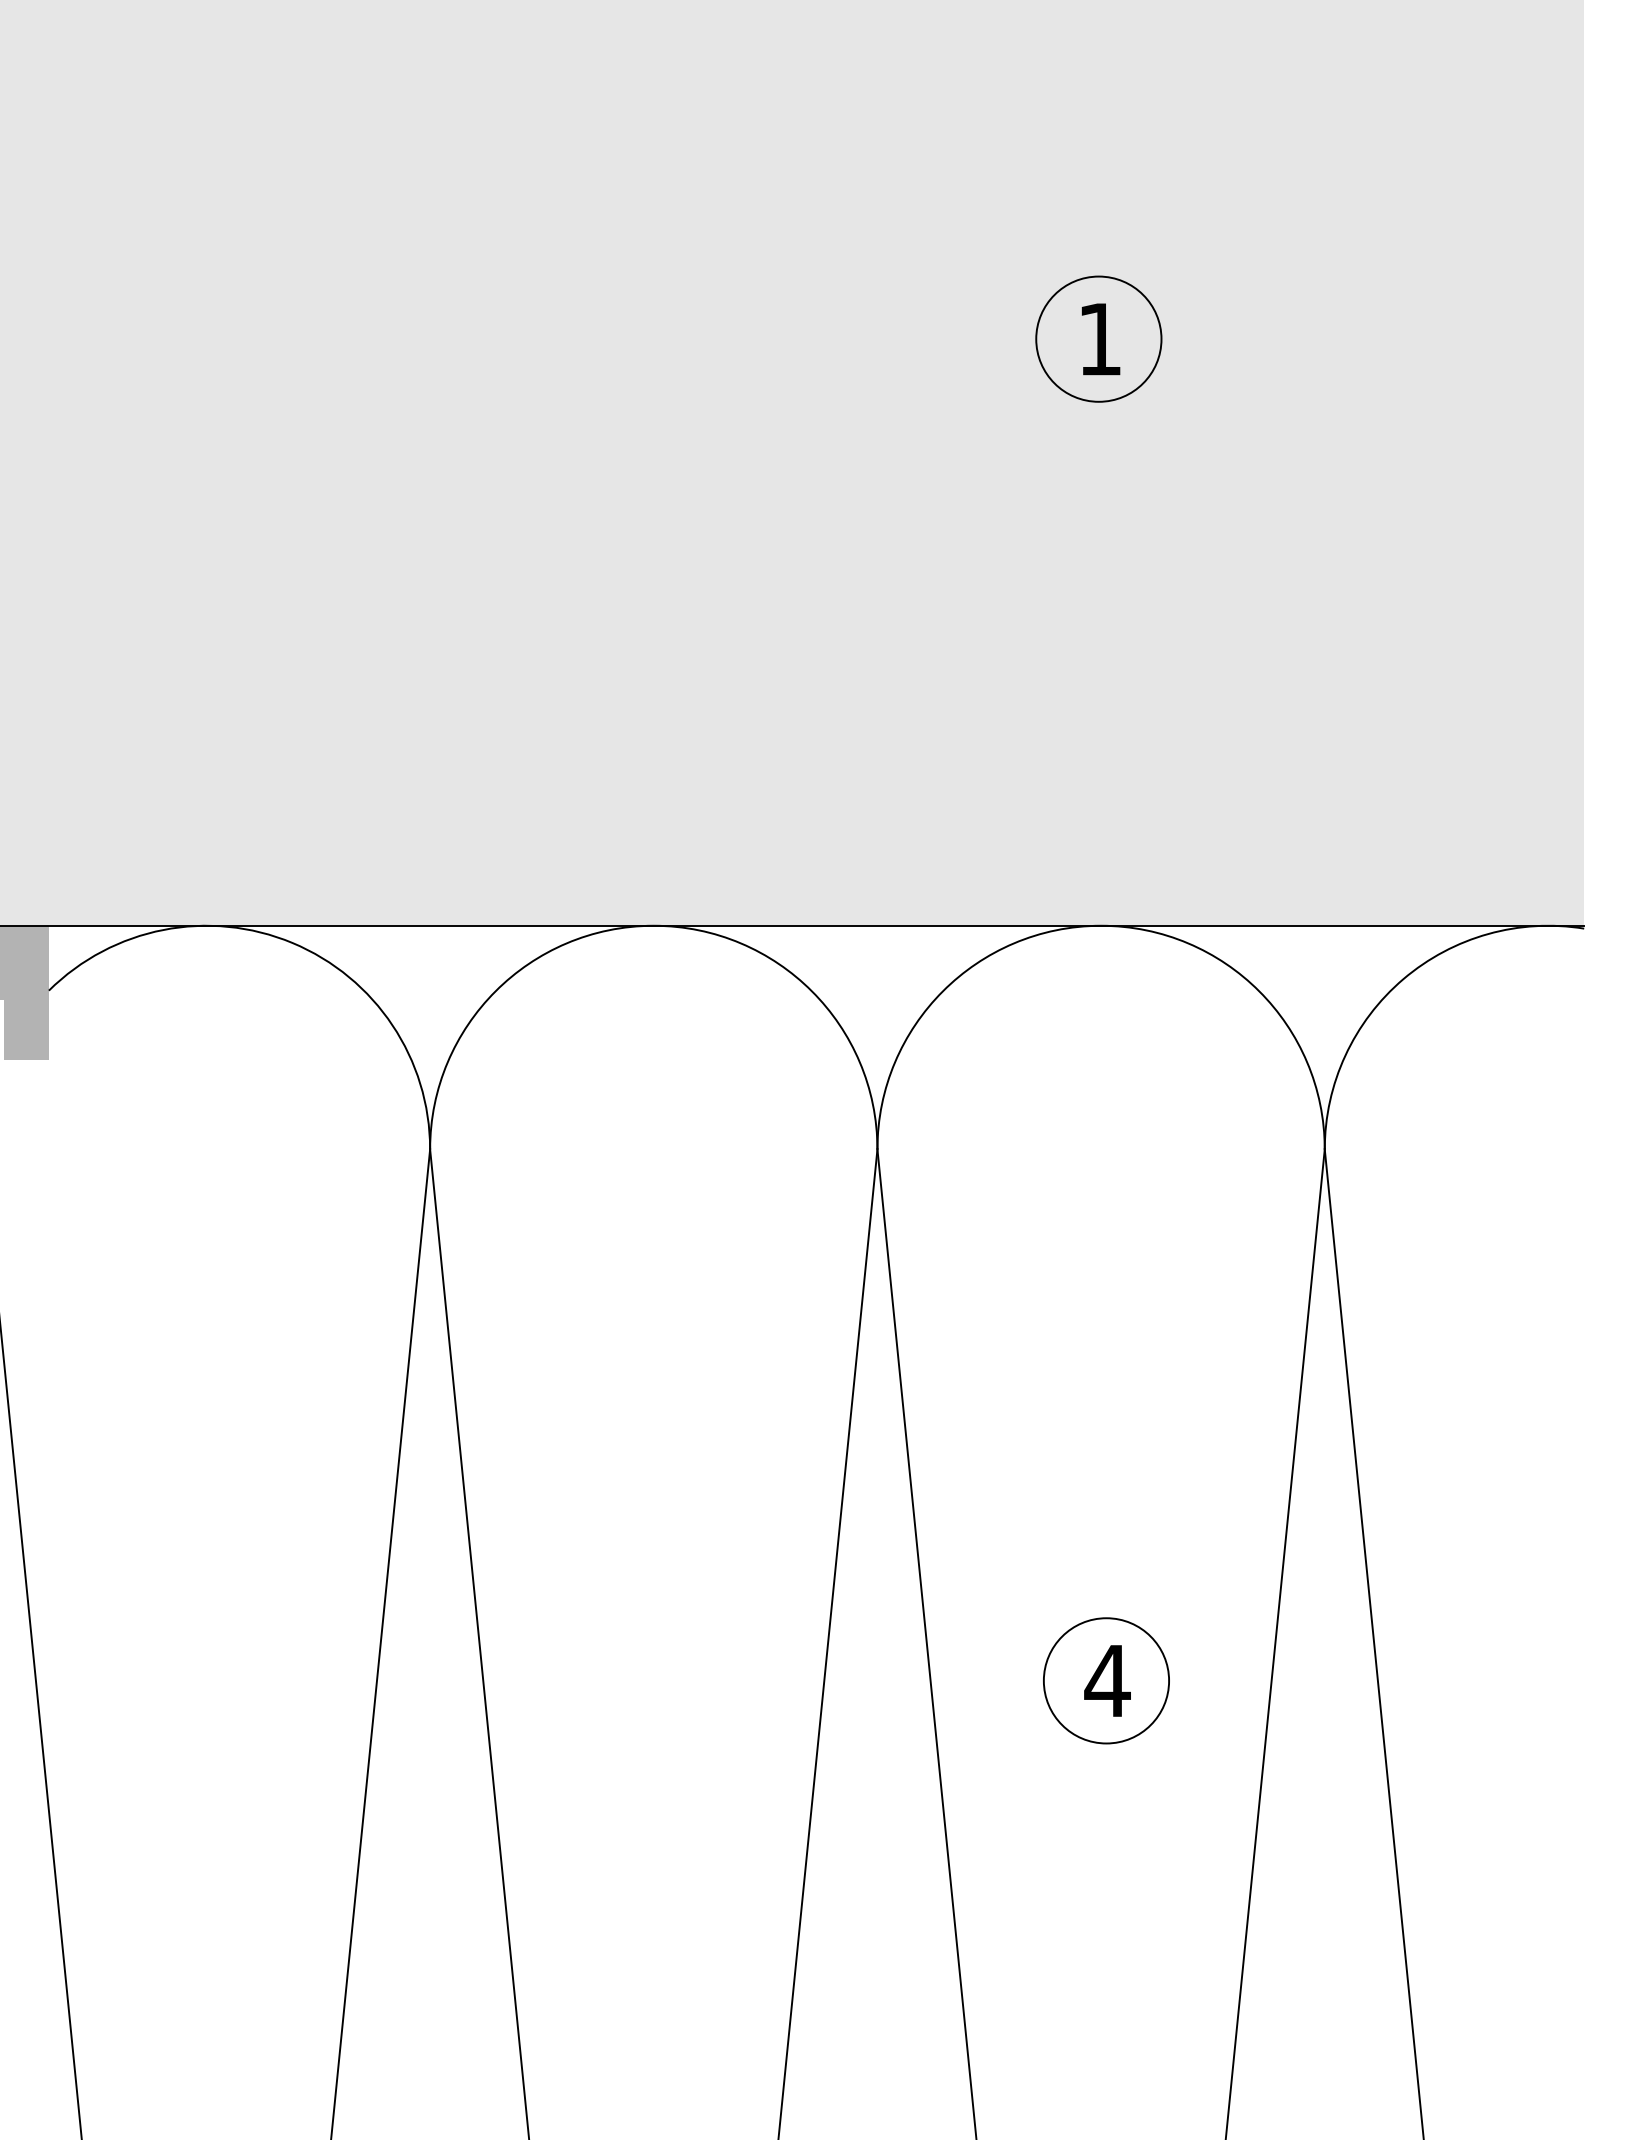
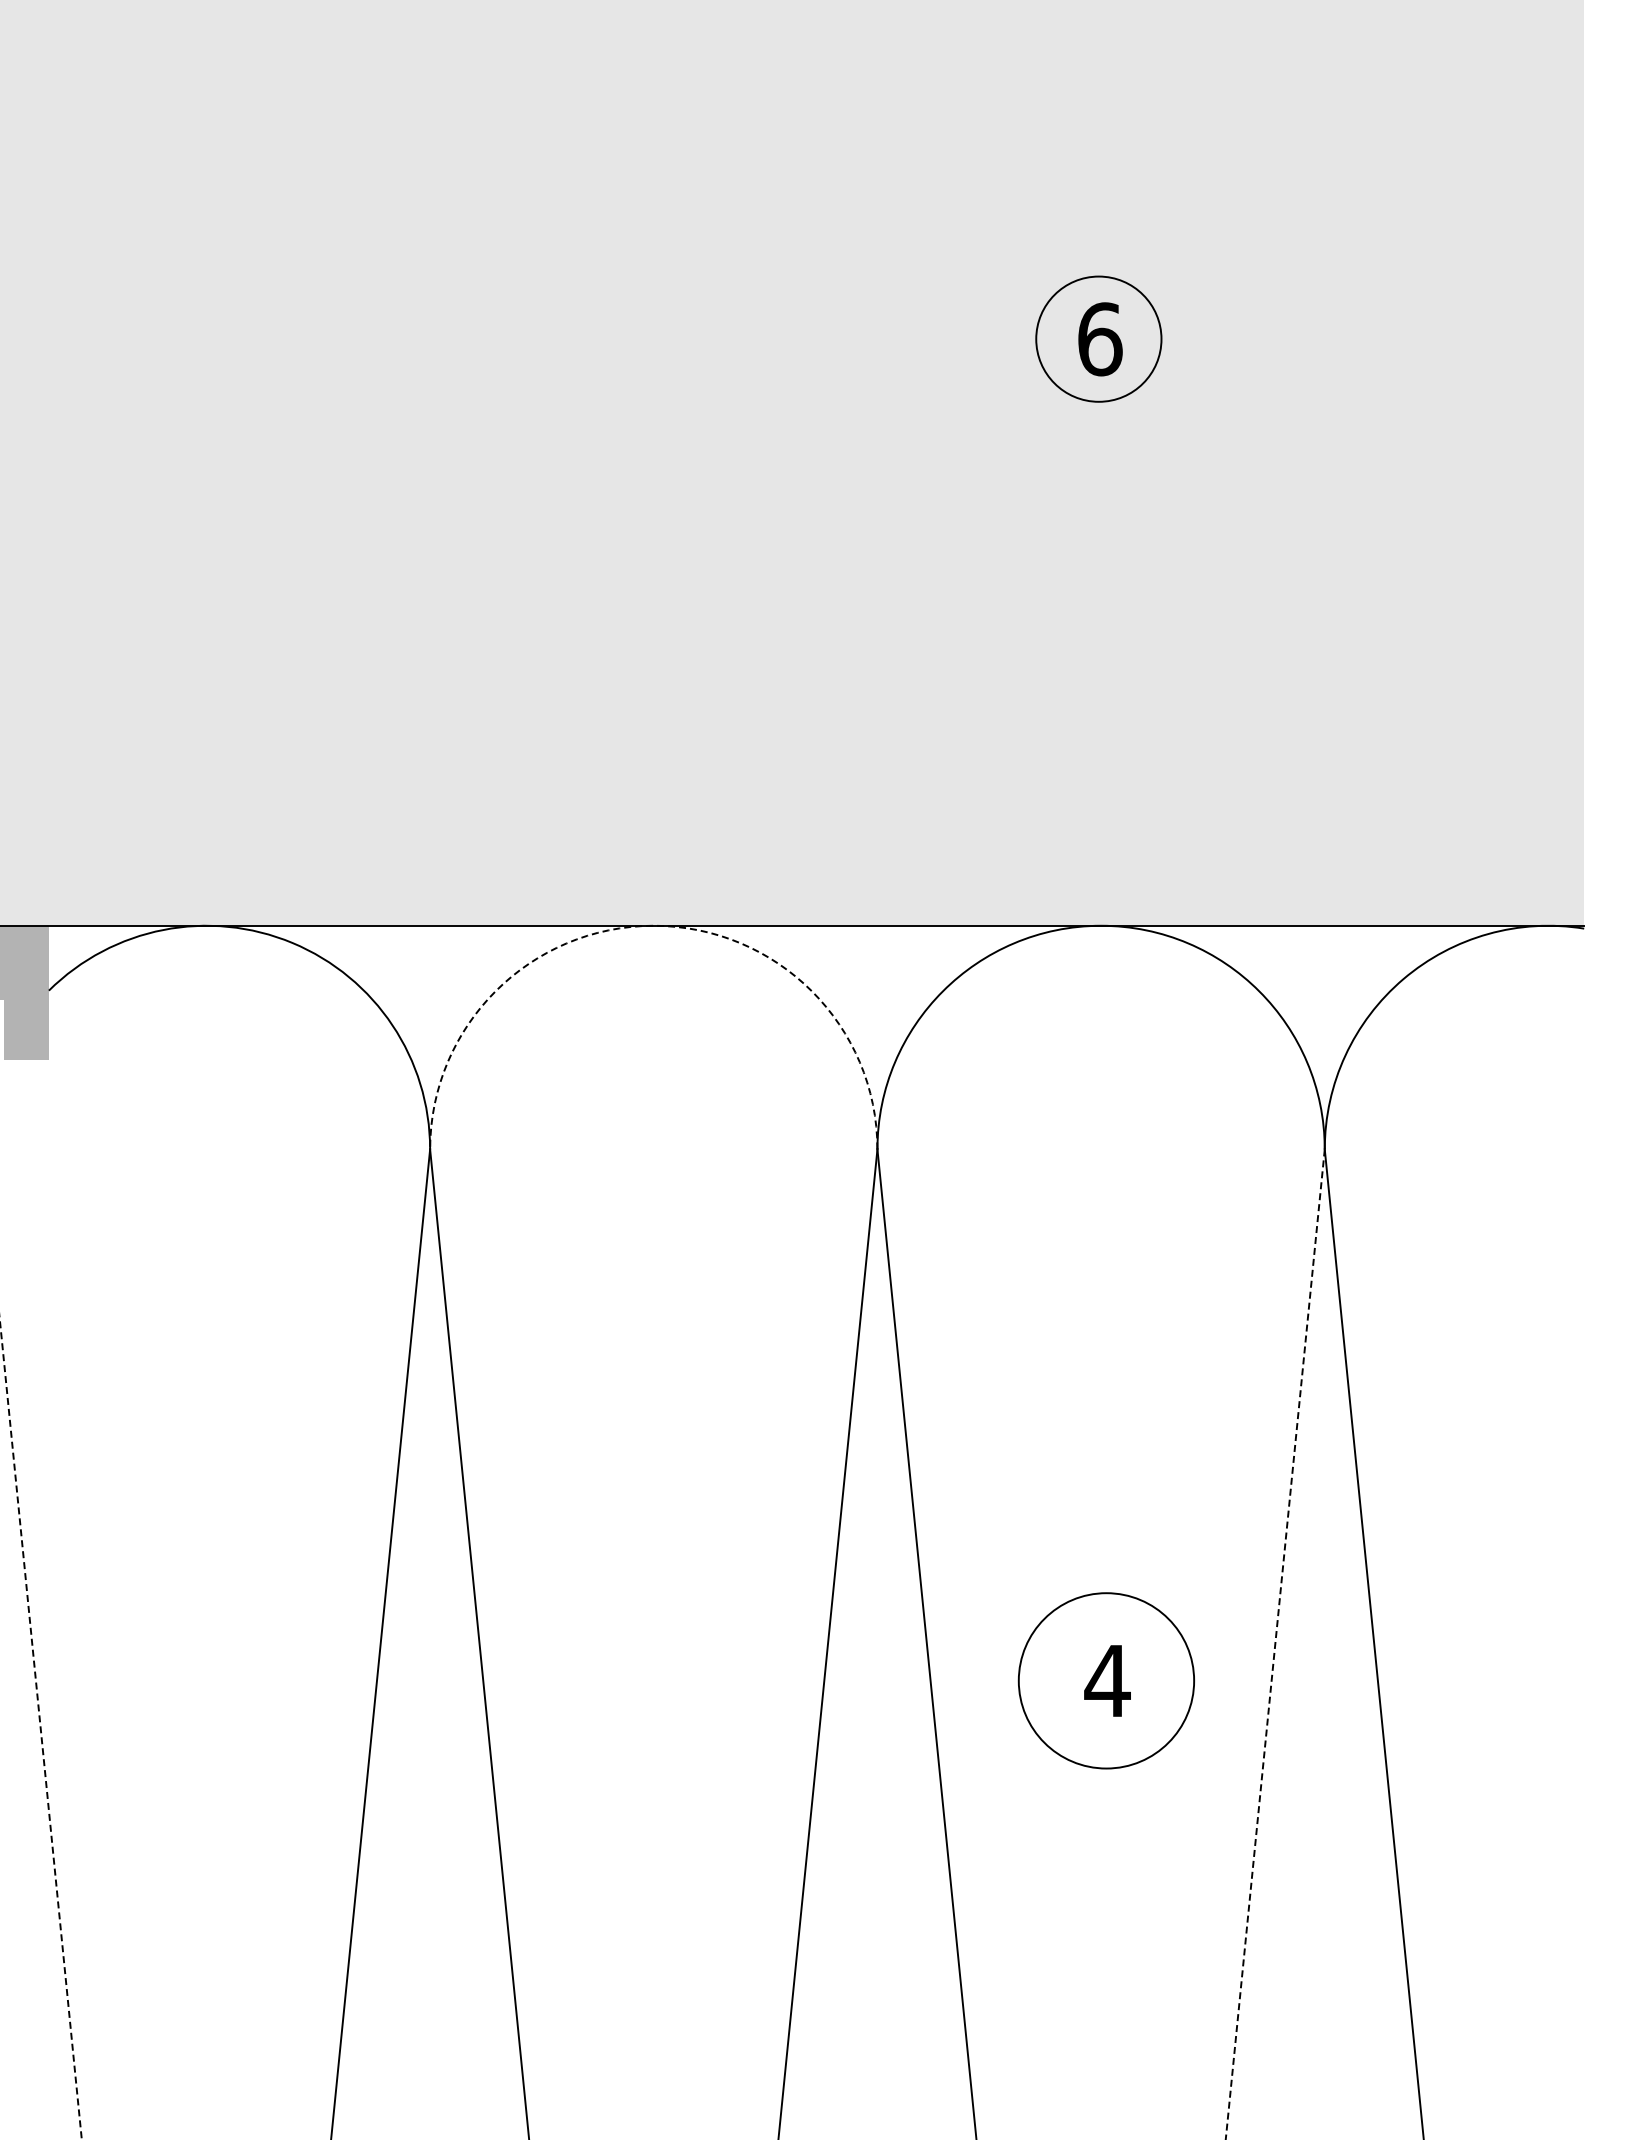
text at (1100, 339): 1 -> 6
arc at (653, 925): solid -> dashed
line at (1275, 1644): solid -> dashed
circle at (1106, 1680) diameter: 125 px -> 175 px
line at (40, 1730): solid -> dashed
